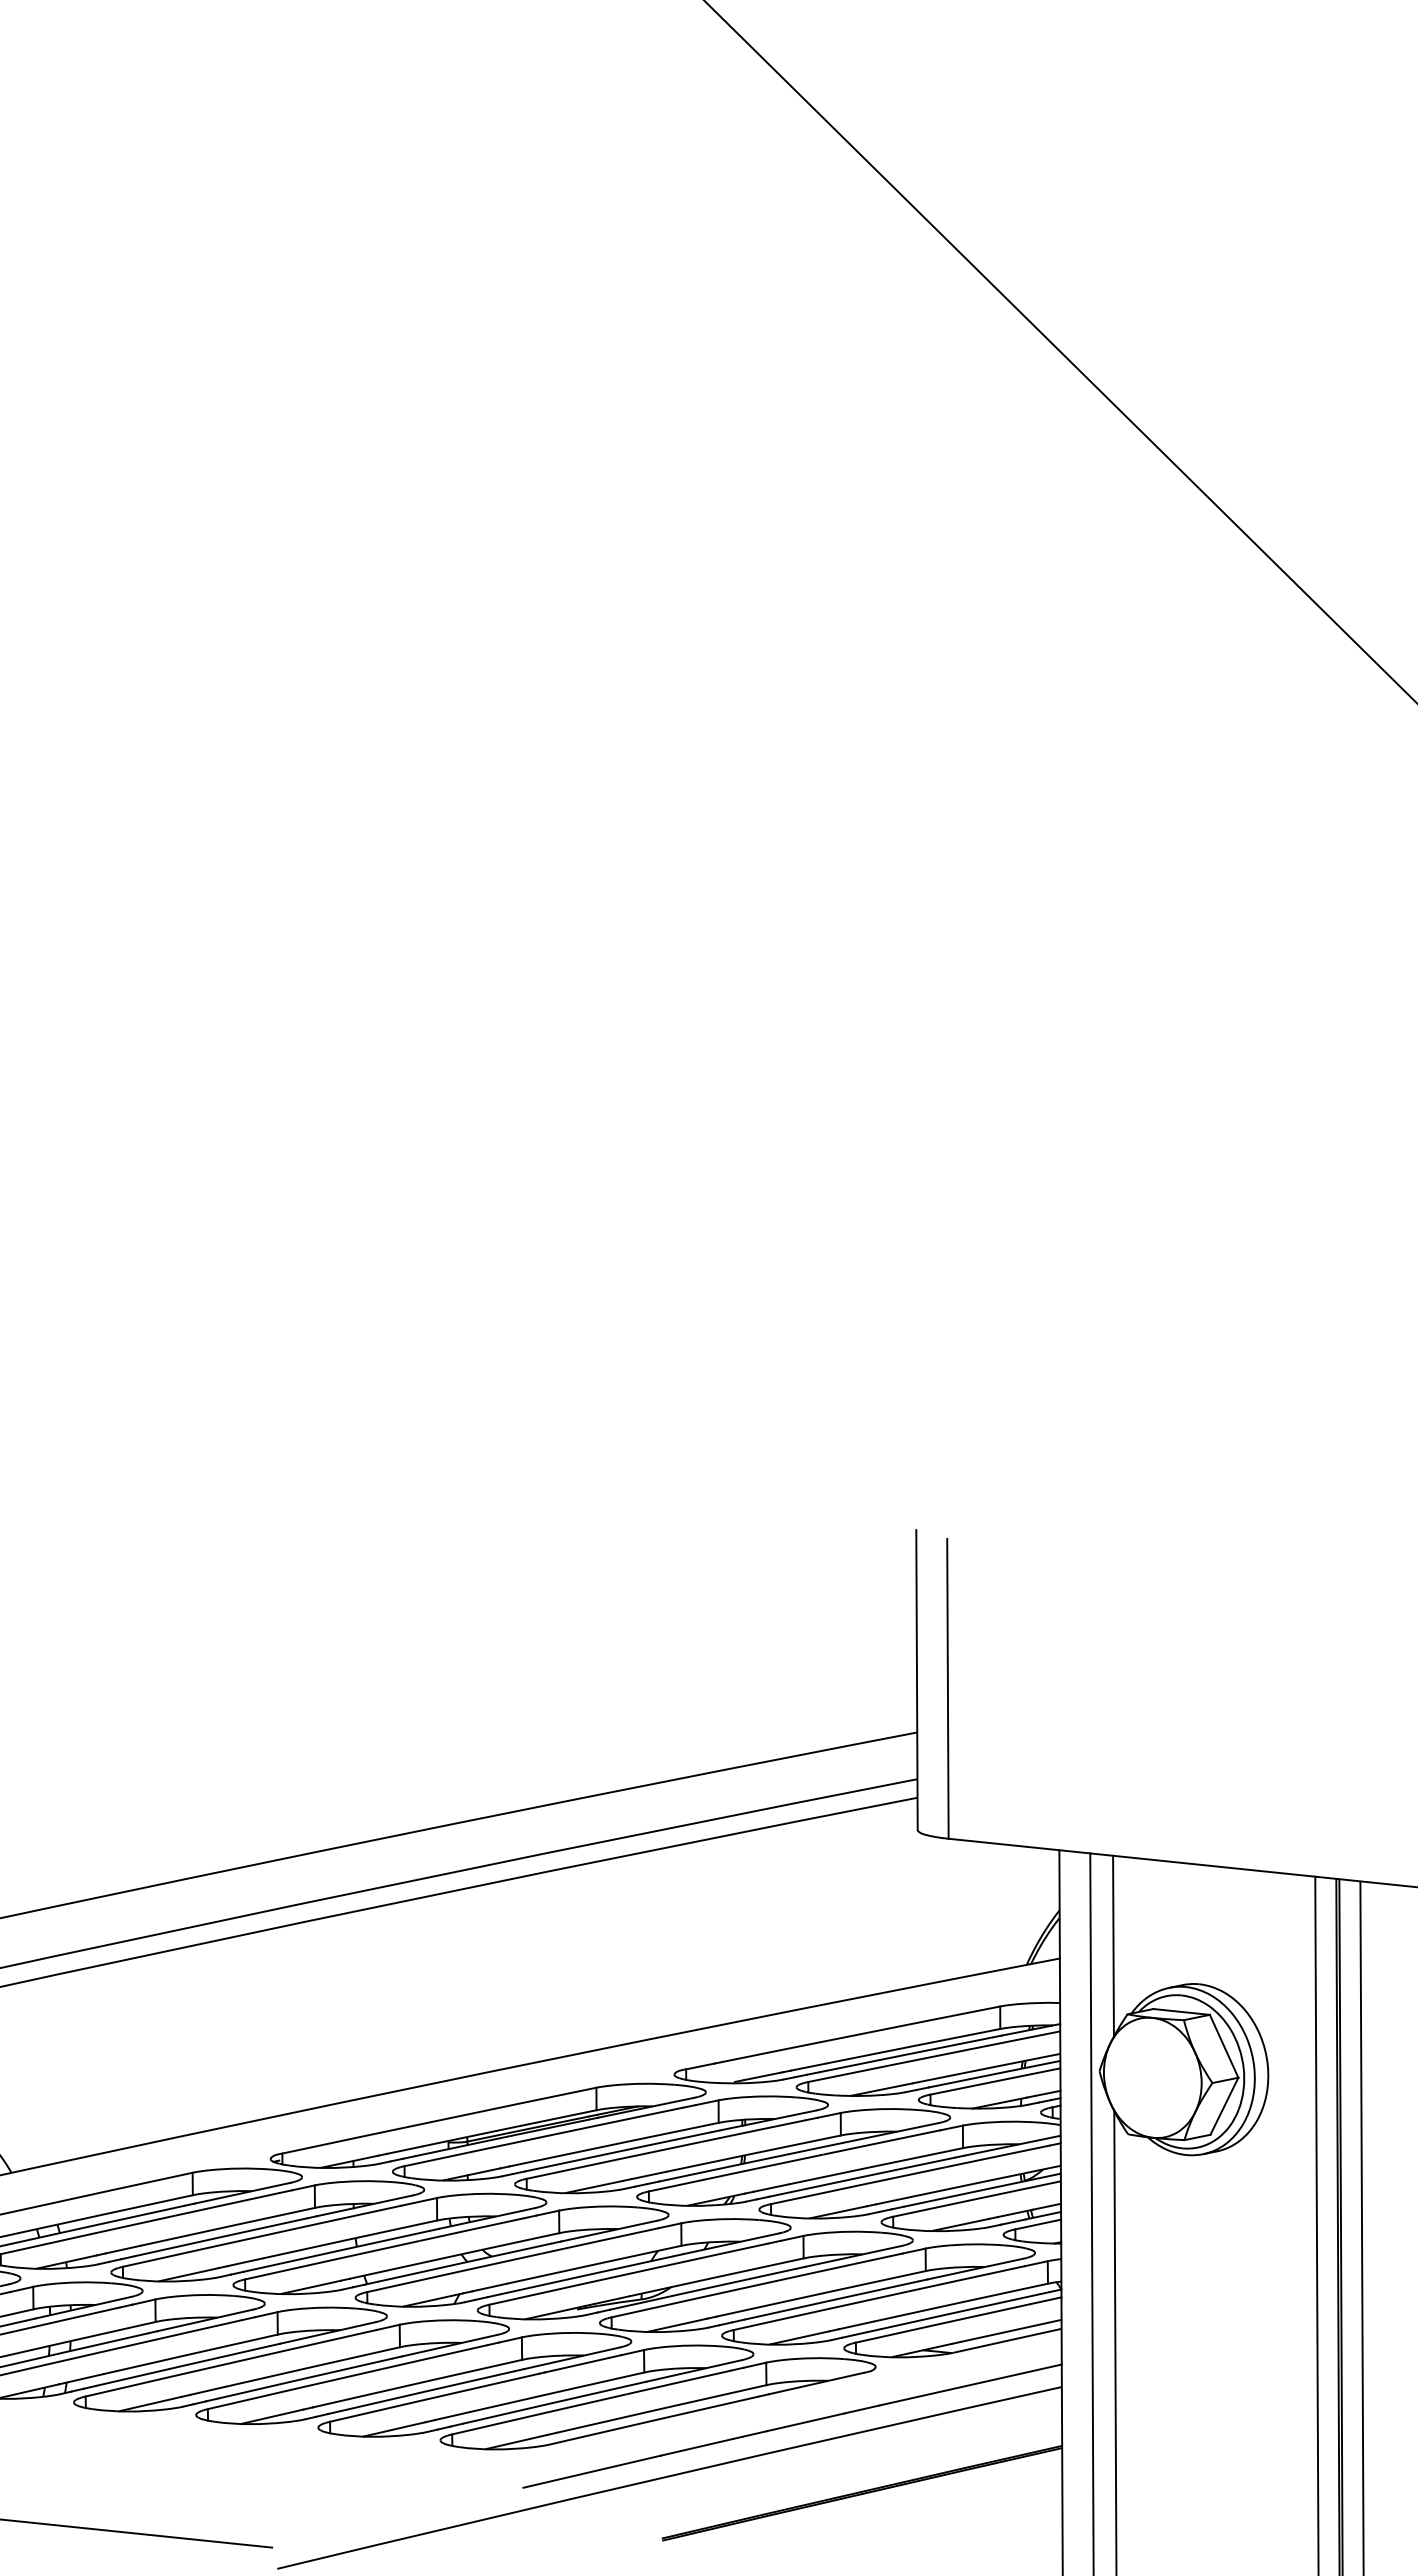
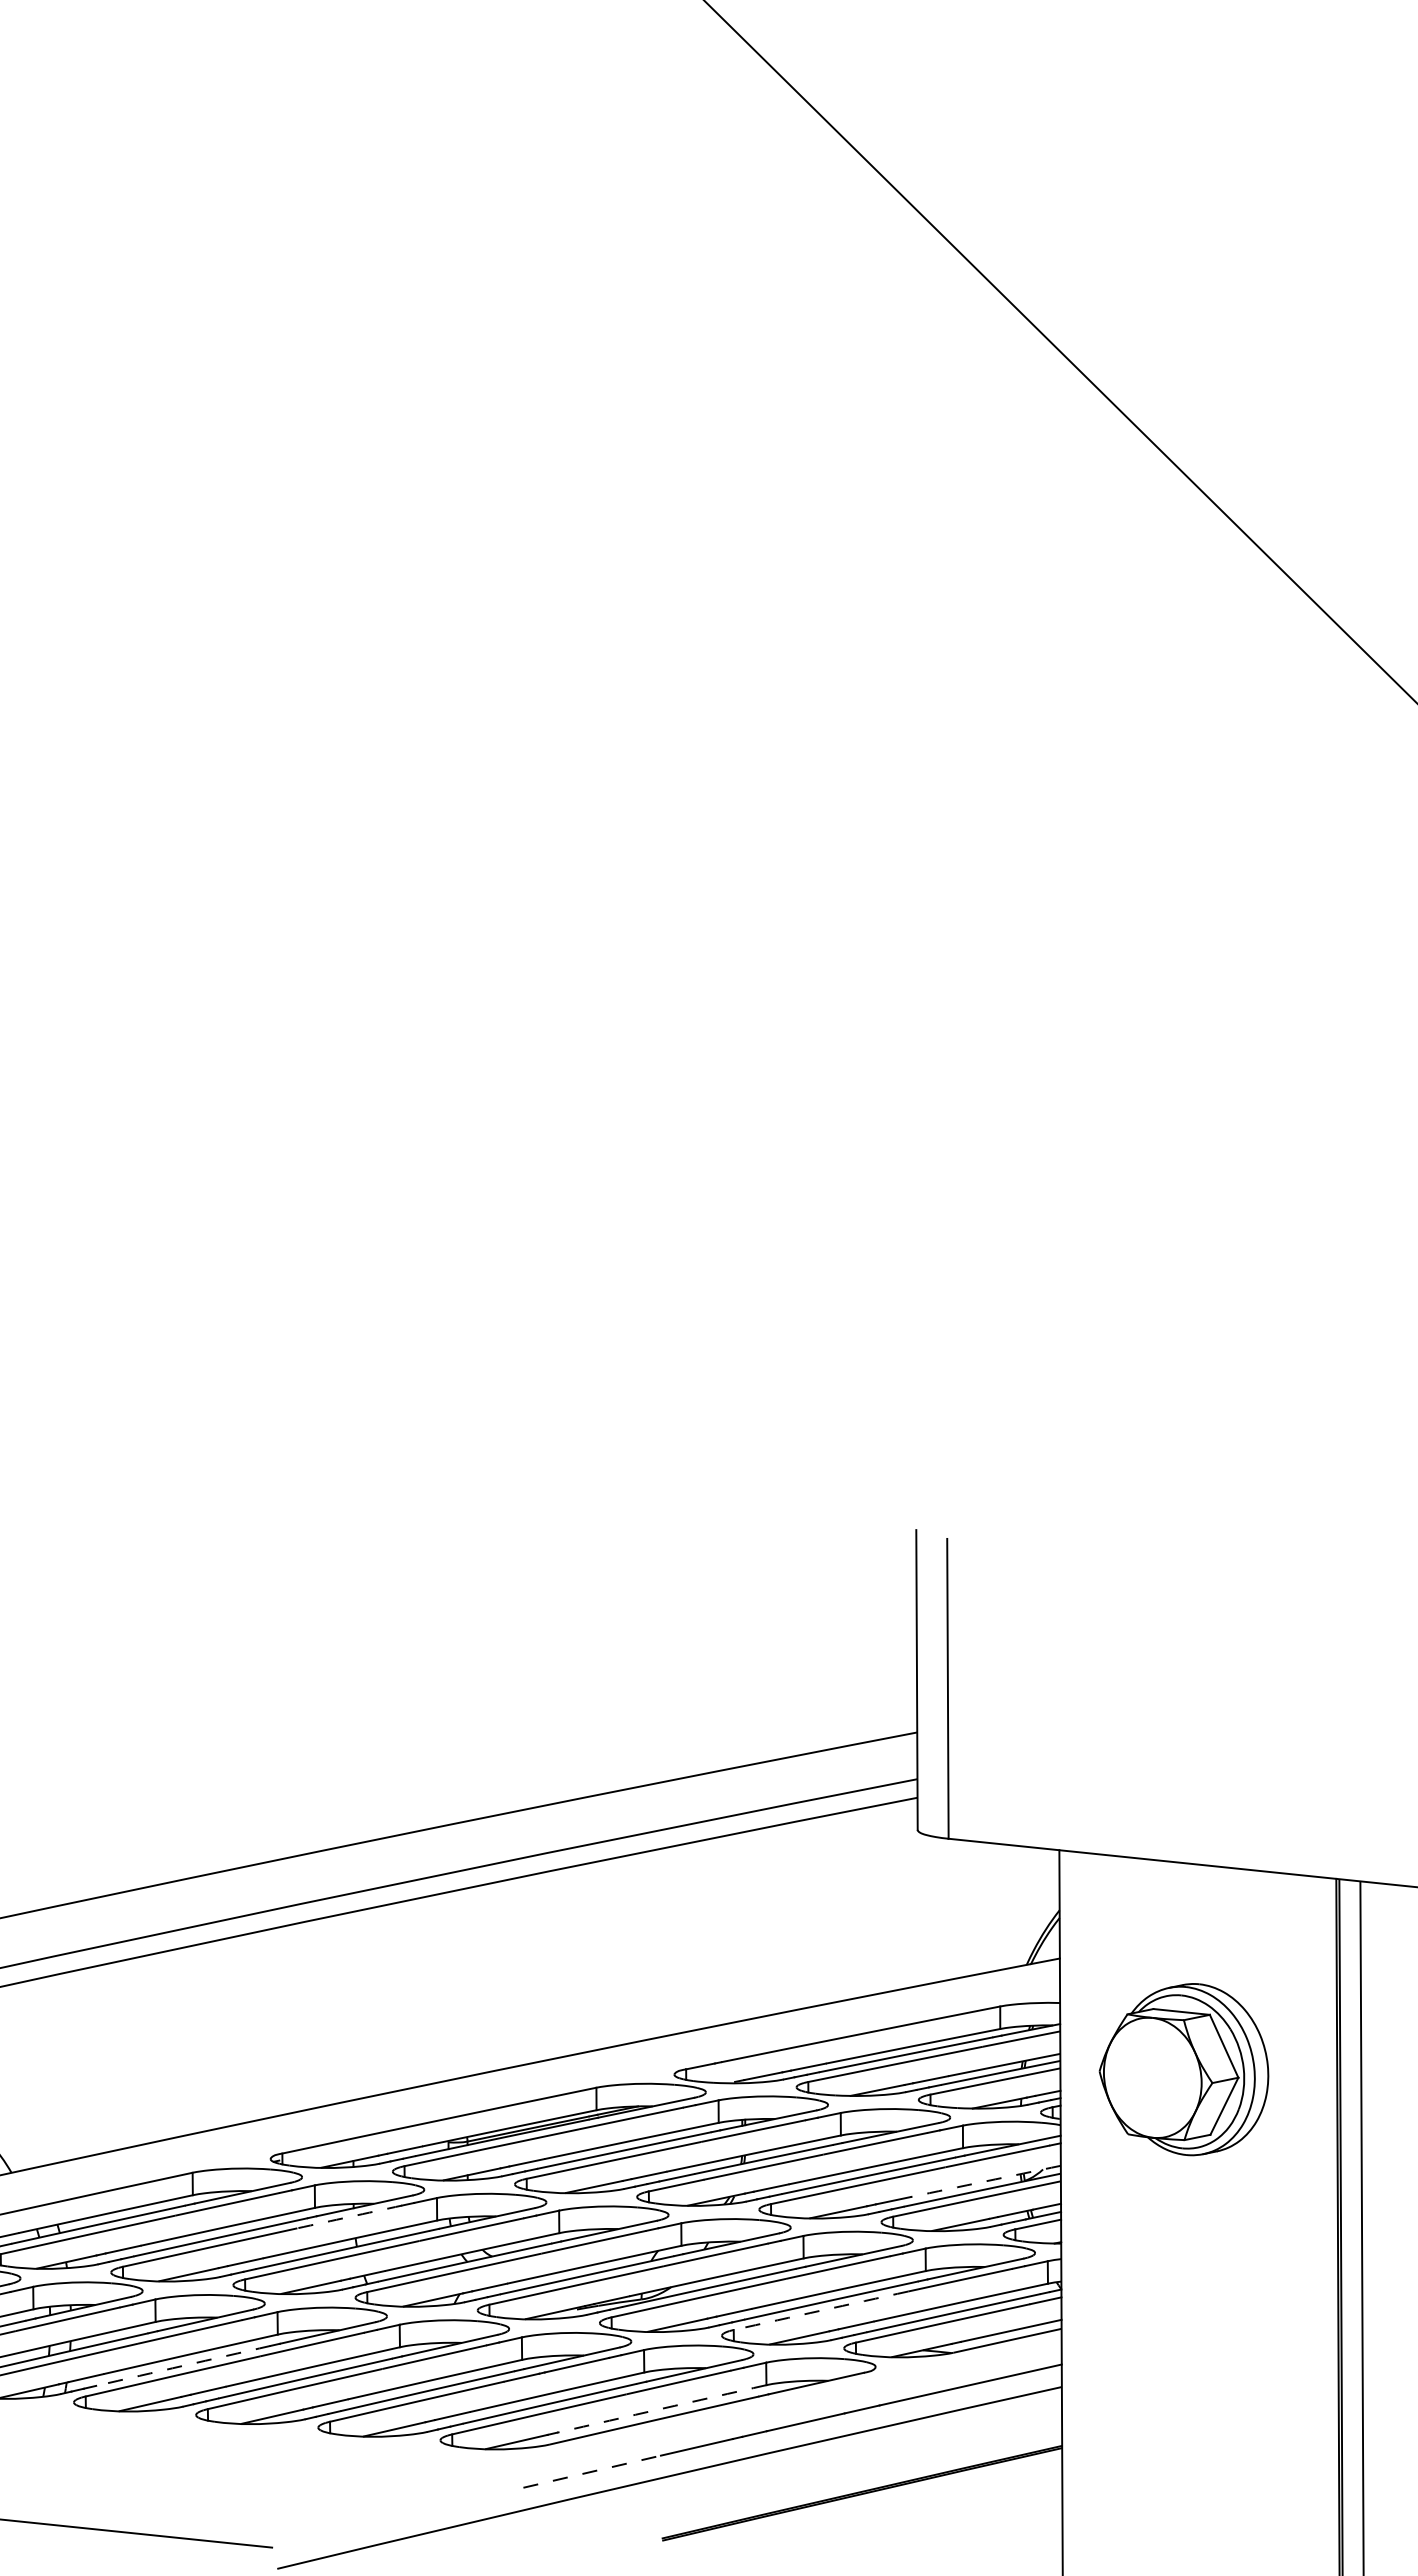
line at (1113, 1945): present -> none
arc at (985, 2181): solid -> dashed
line at (1091, 2212): present -> none
arc at (349, 2216): solid -> dashed
line at (1316, 2224): present -> none
arc at (820, 2310): solid -> dashed
line at (1115, 2341): present -> none
arc at (183, 2365): solid -> dashed
arc at (661, 2408): solid -> dashed
line at (592, 2471): solid -> dashed
